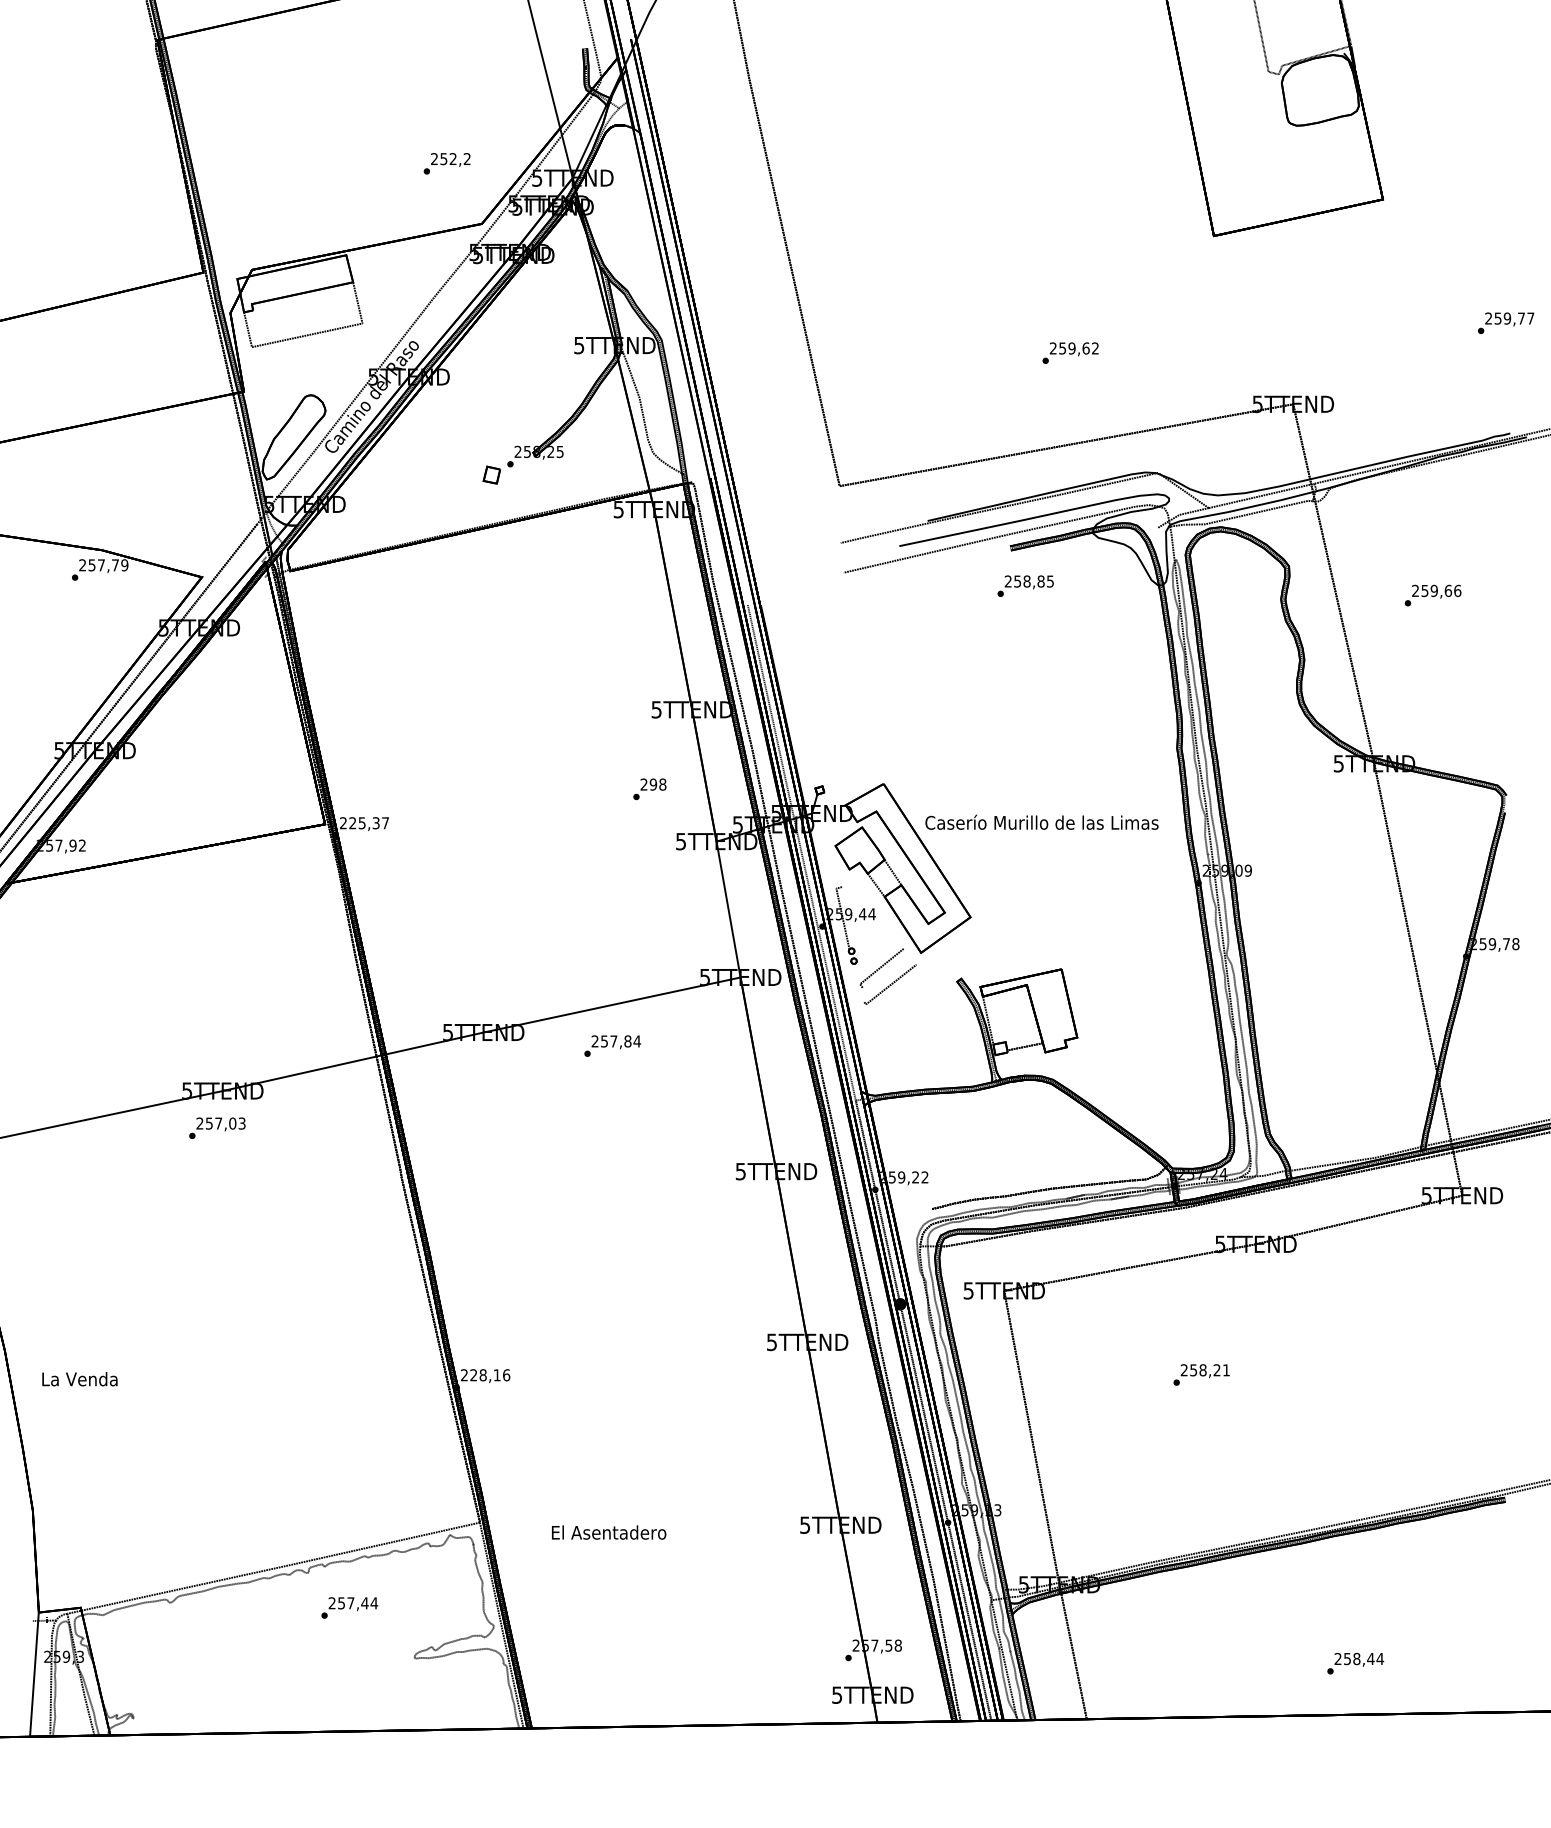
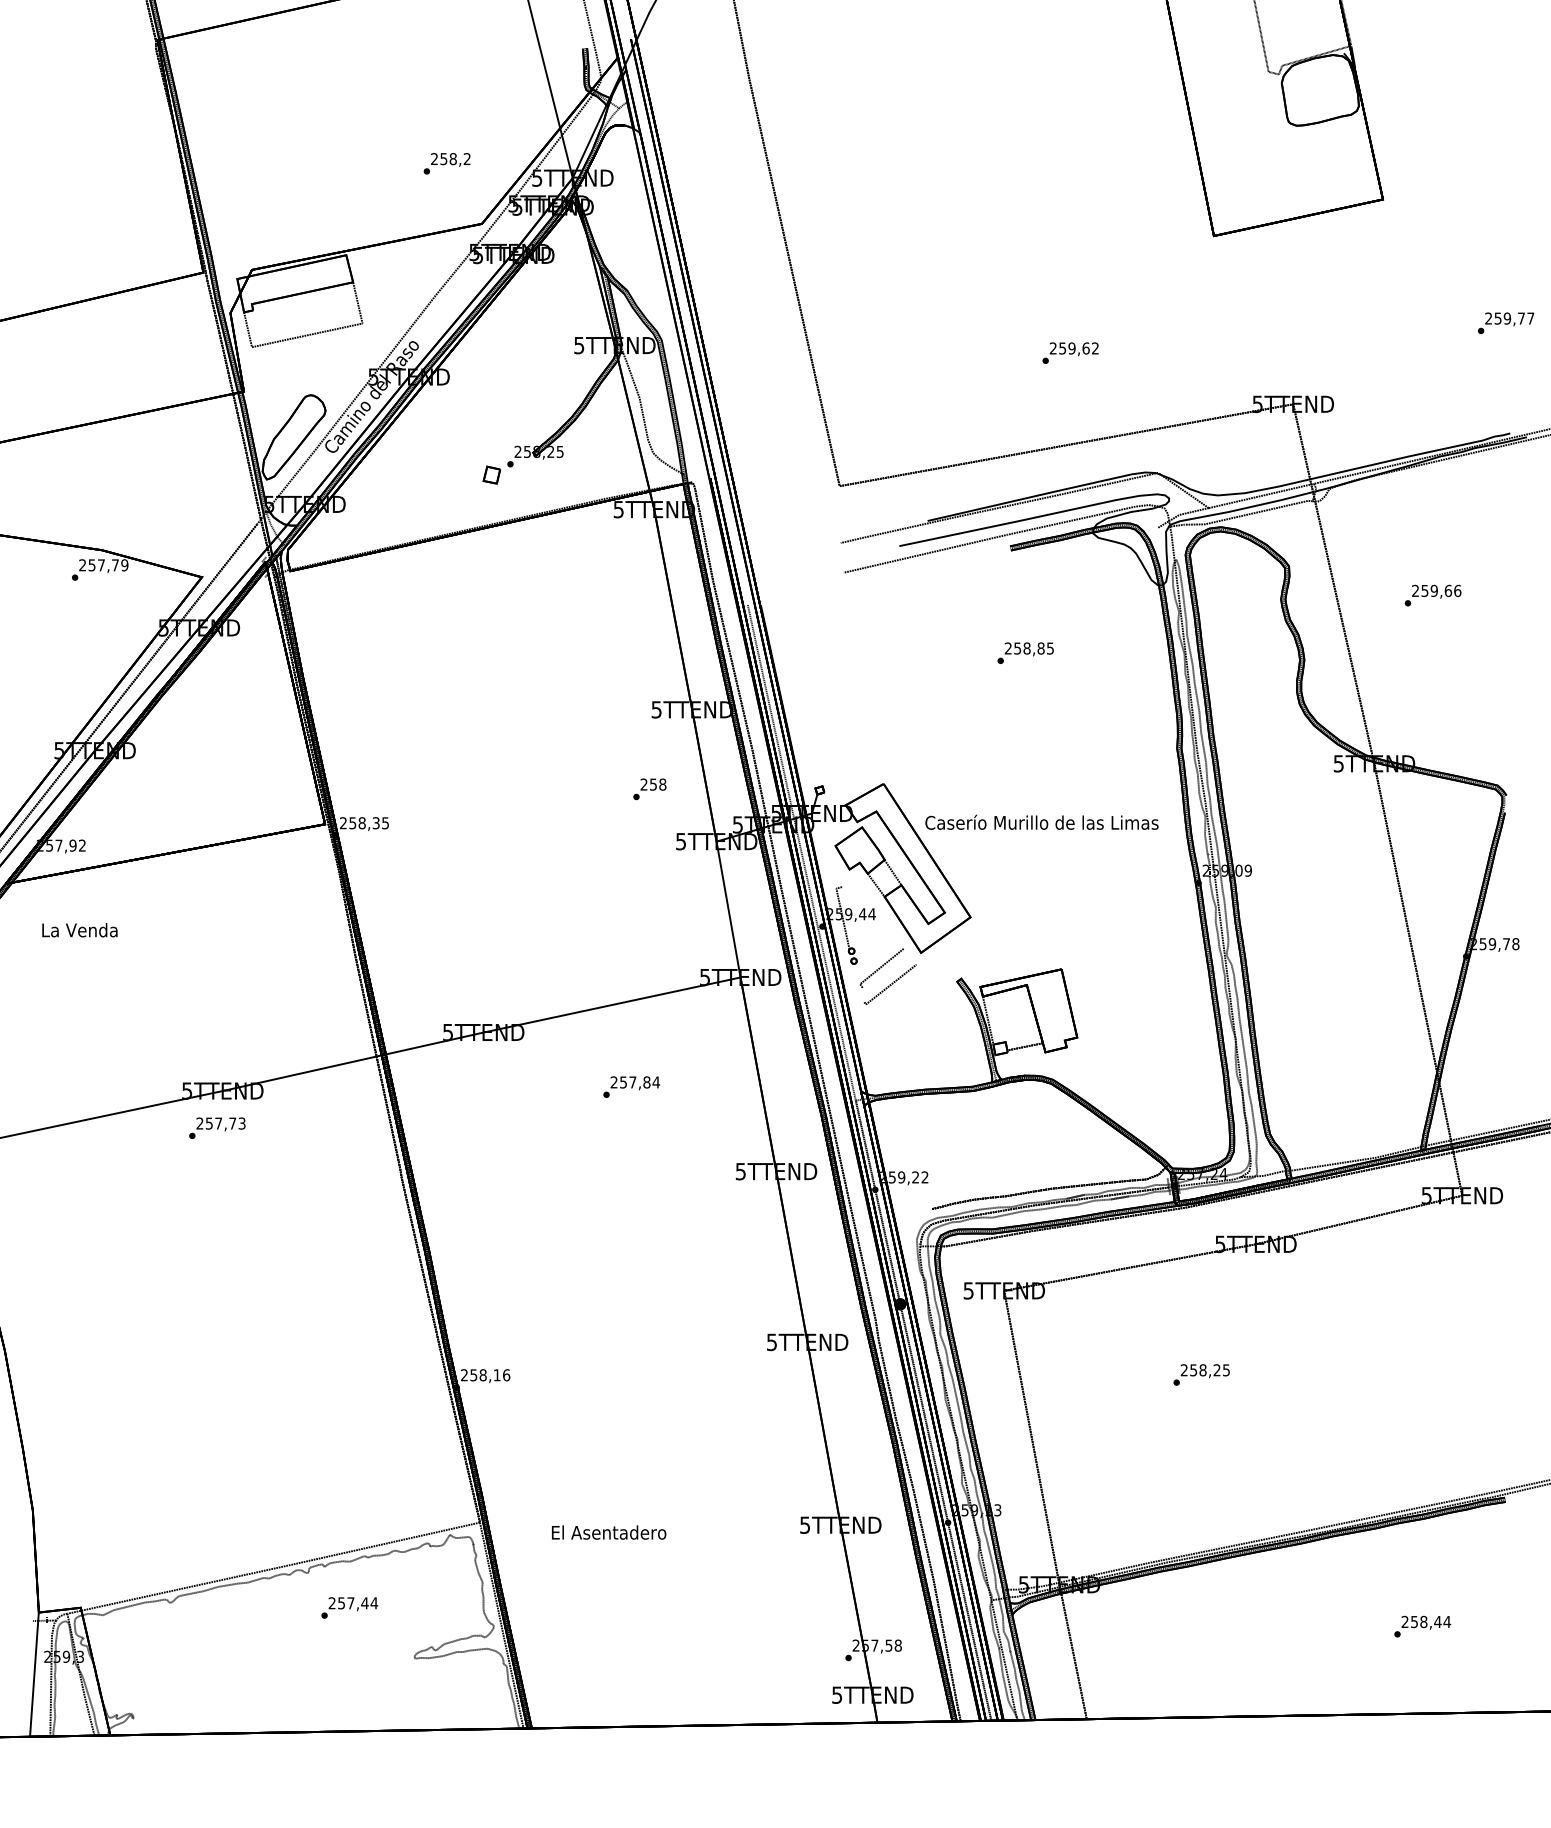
text at (452, 159): 252,2 -> 258,2
text at (1025, 585) position: (1025, 585) -> (1025, 652)
text at (653, 784): 298 -> 258
text at (368, 823): 225,37 -> 258,35
text at (612, 1045) position: (612, 1045) -> (631, 1086)
text at (232, 1123): 257,03 -> 257,73
text at (1226, 1370): 258,21 -> 258,25
text at (473, 1375): 228,16 -> 258,16
text at (79, 1379) position: (79, 1379) -> (79, 930)
text at (1355, 1663) position: (1355, 1663) -> (1422, 1626)
